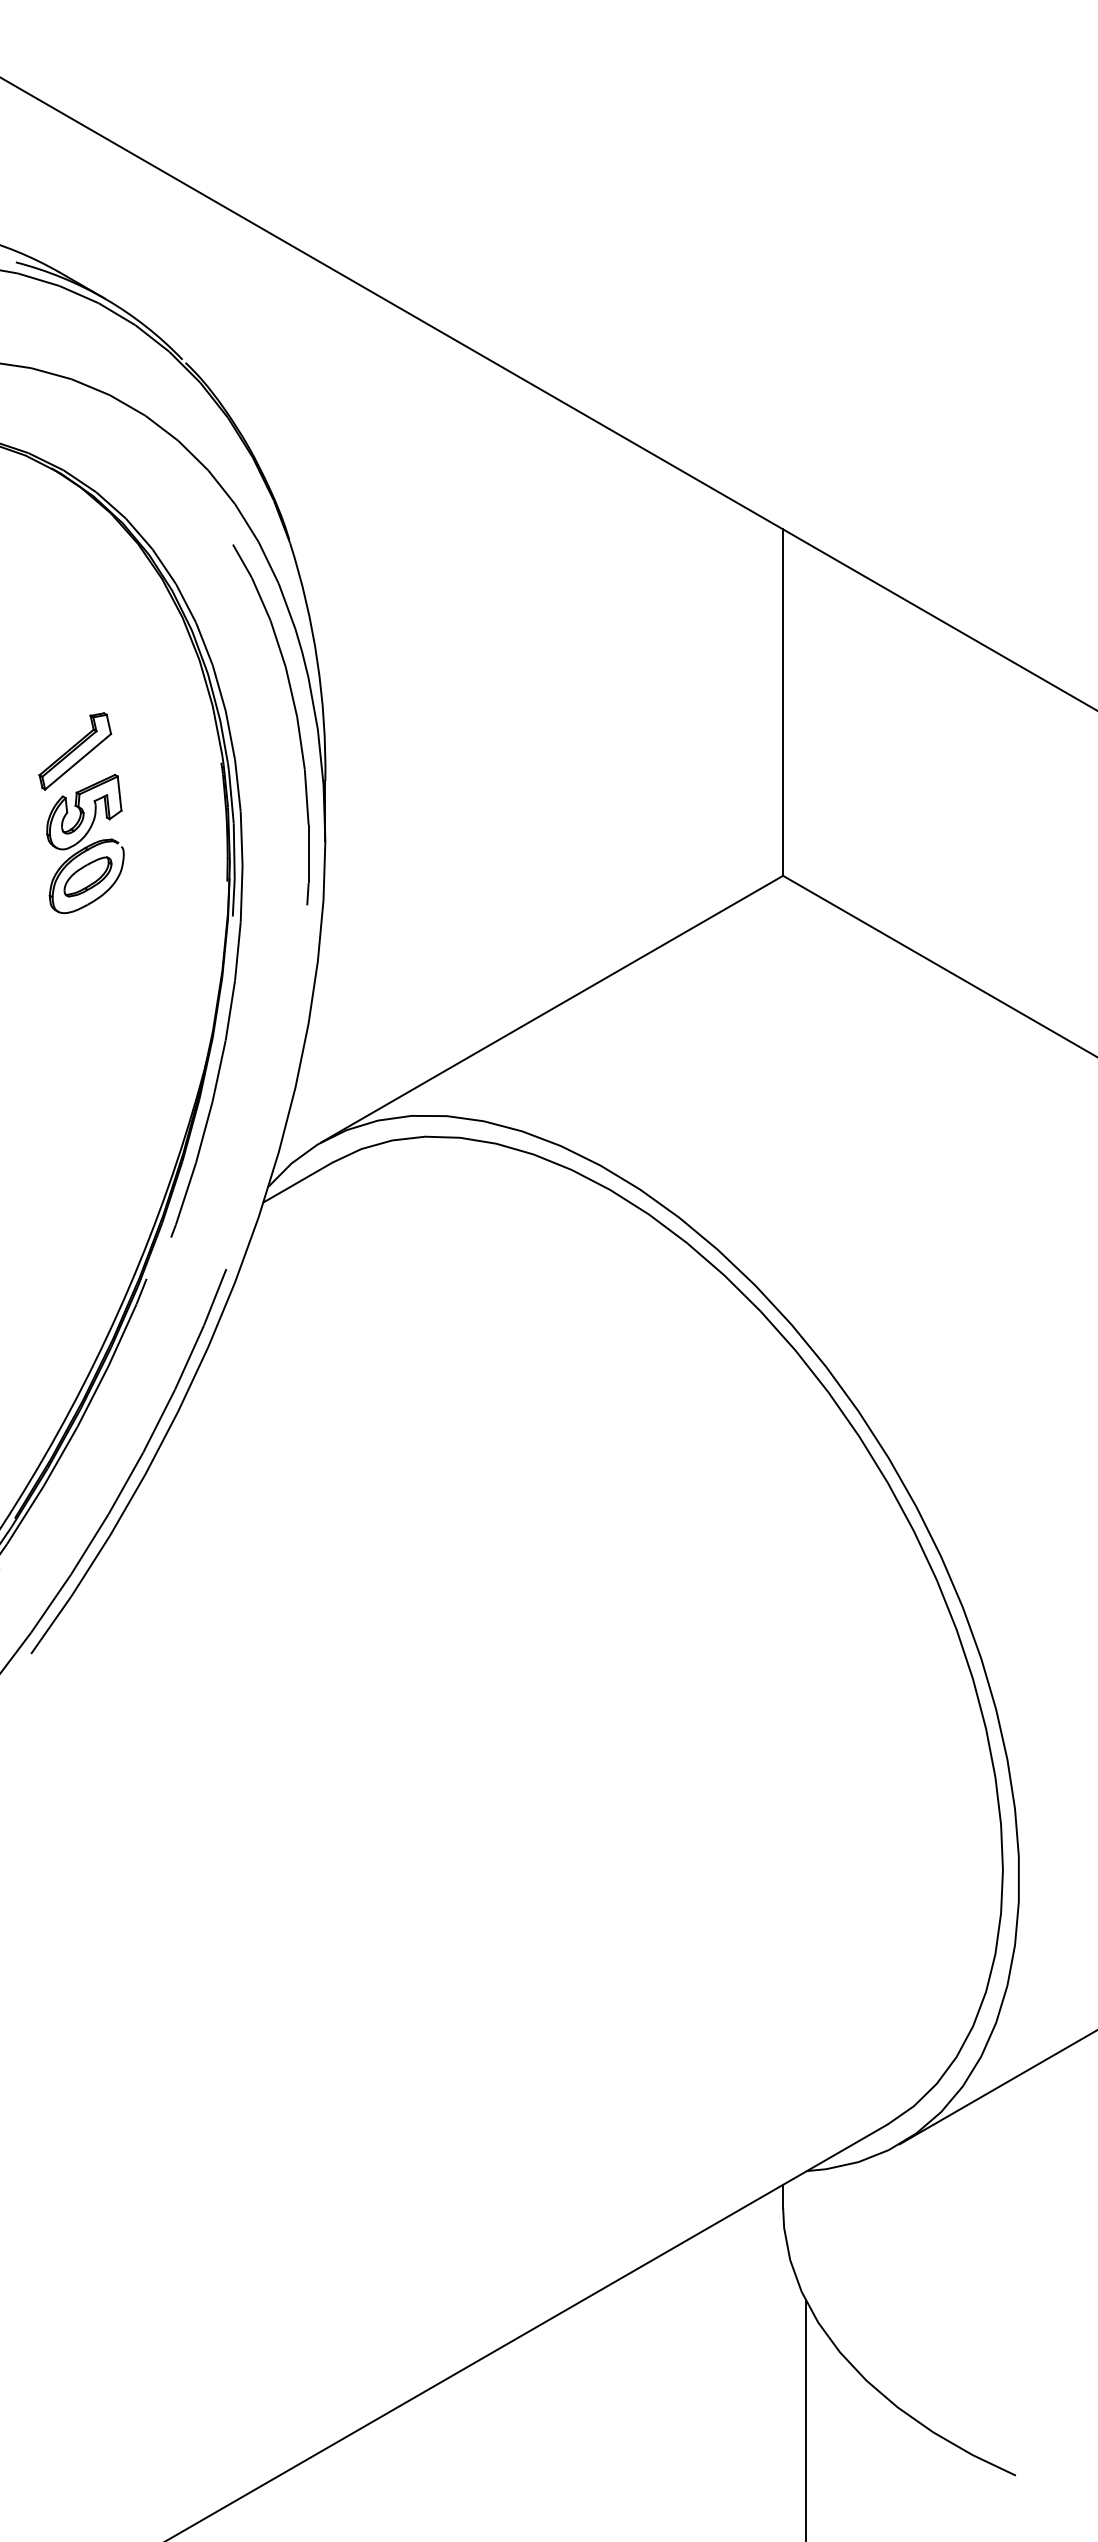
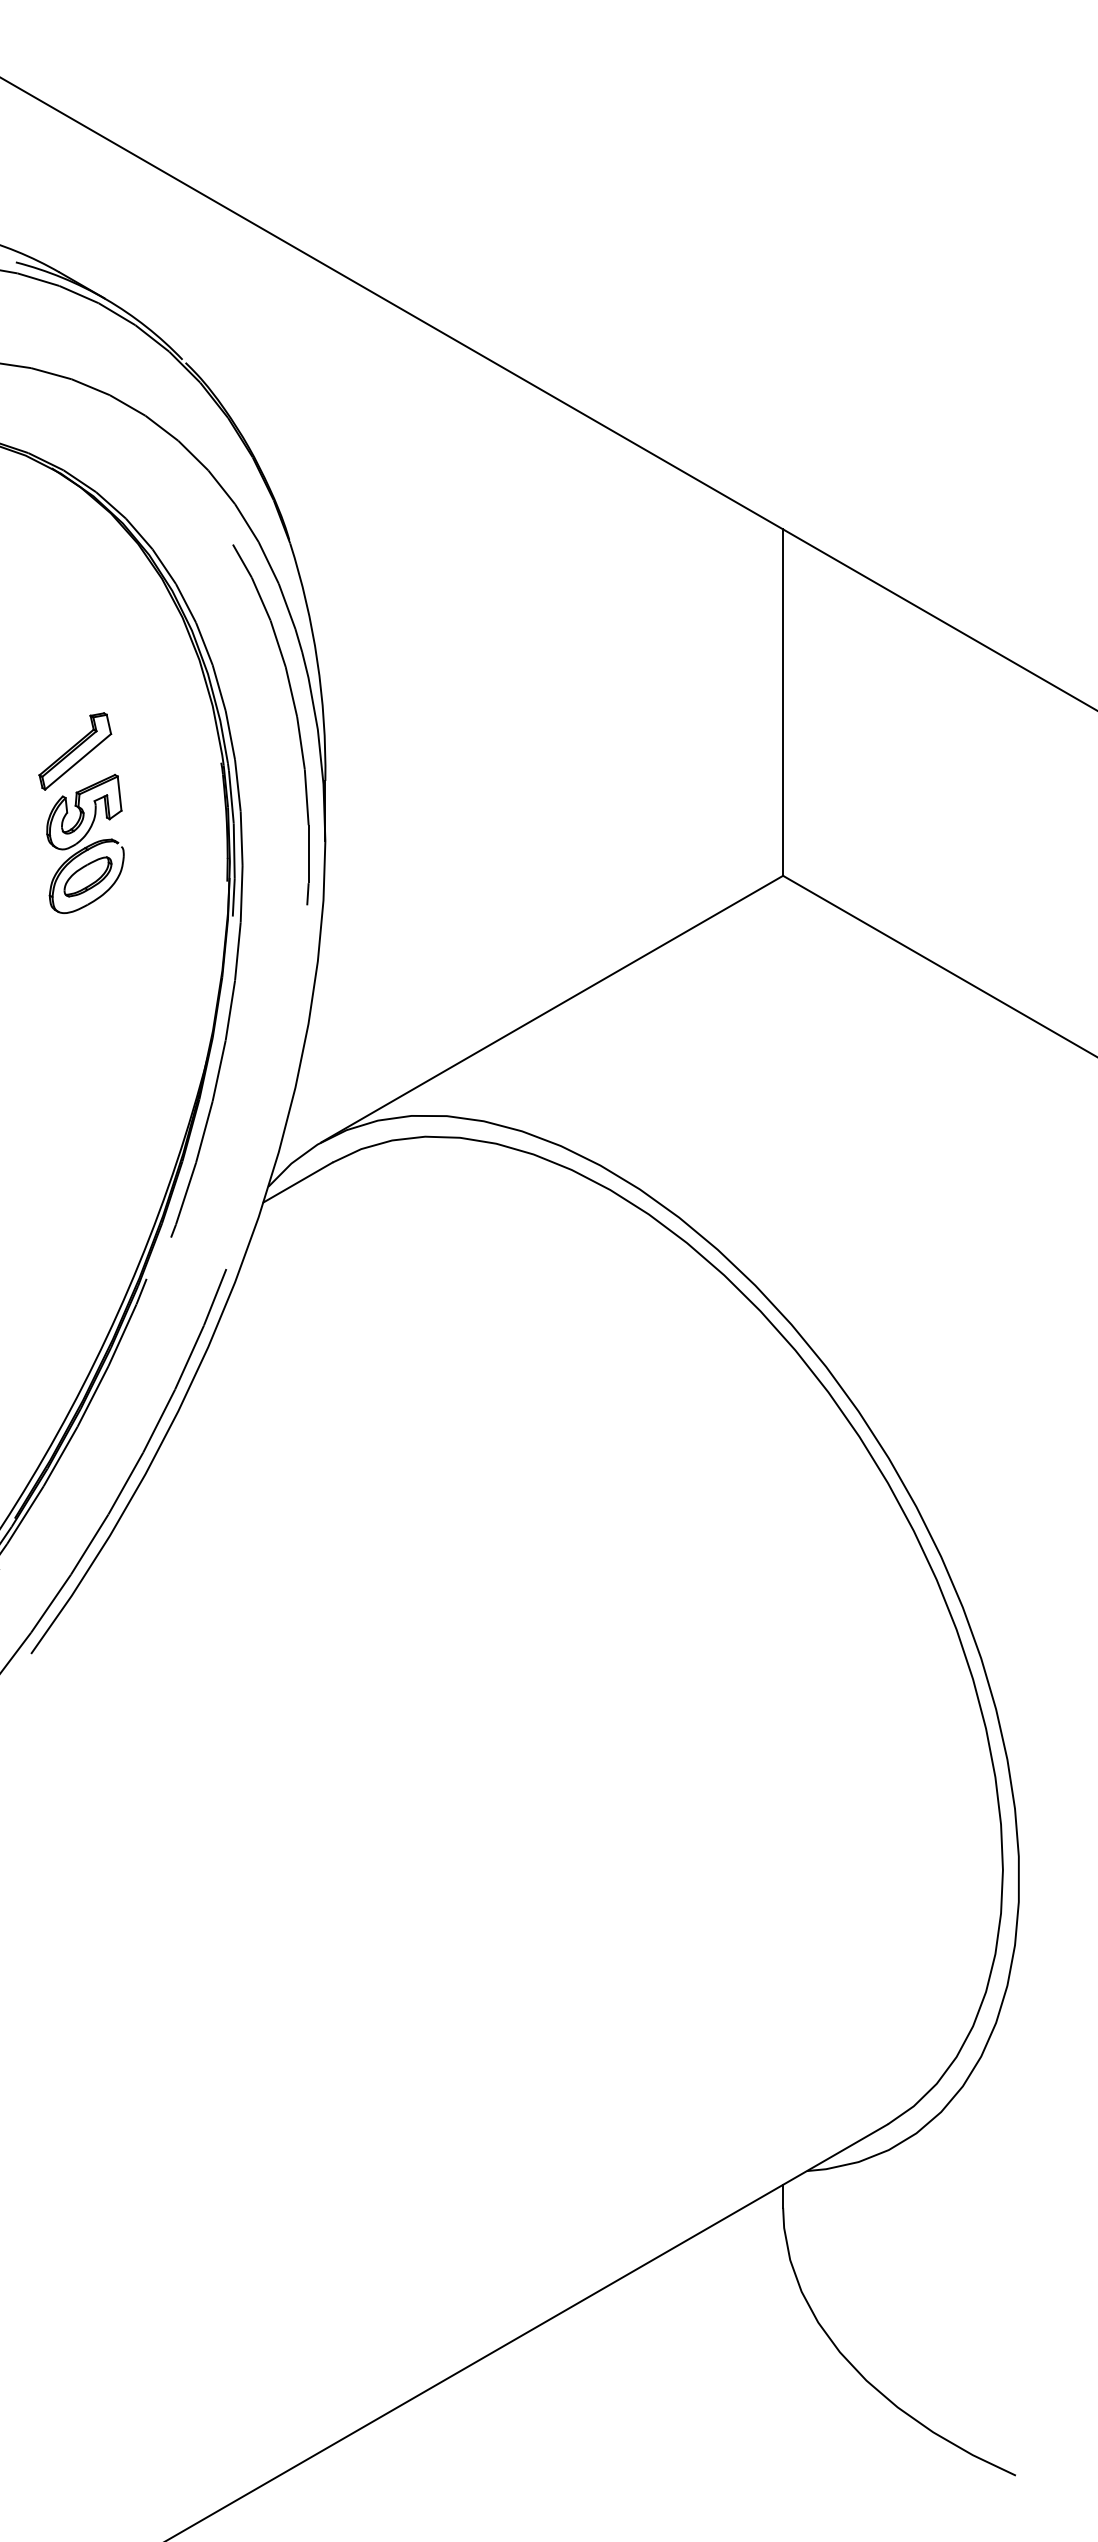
line at (996, 2087): present -> none
line at (806, 2419): present -> none
